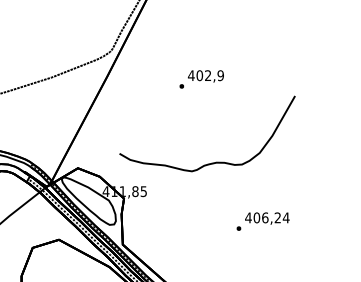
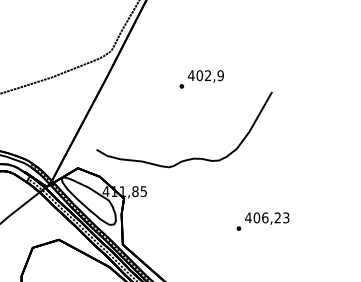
curve at (211, 162) position: (211, 162) -> (188, 158)
text at (285, 217): 406,24 -> 406,23
